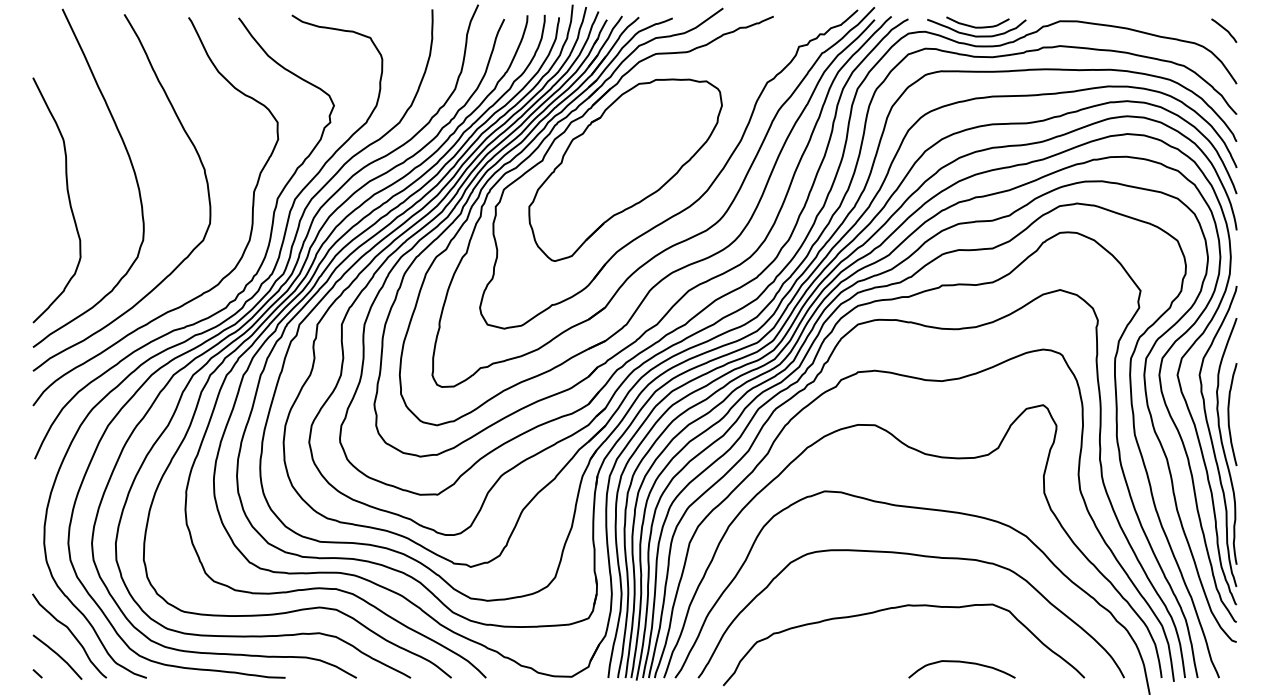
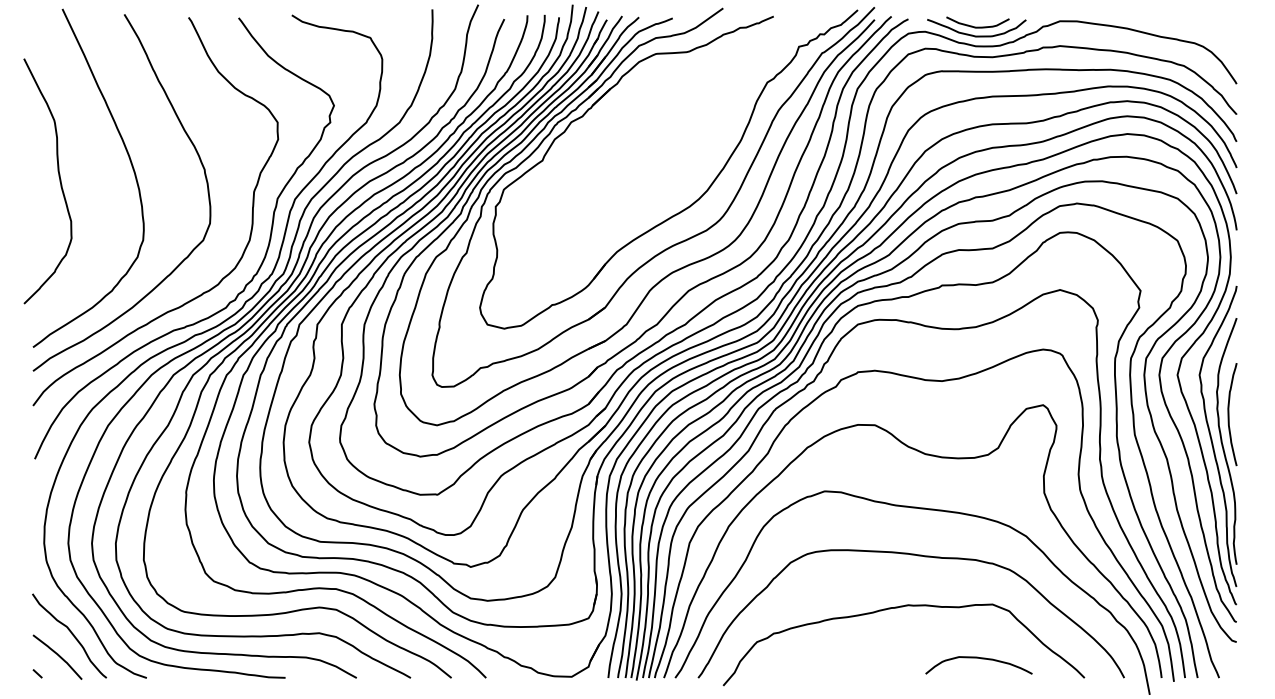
curve at (1224, 29): present -> none
part at (625, 169): present -> none
curve at (68, 200) position: (68, 200) -> (59, 181)
curve at (964, 663) position: (964, 663) -> (981, 659)
